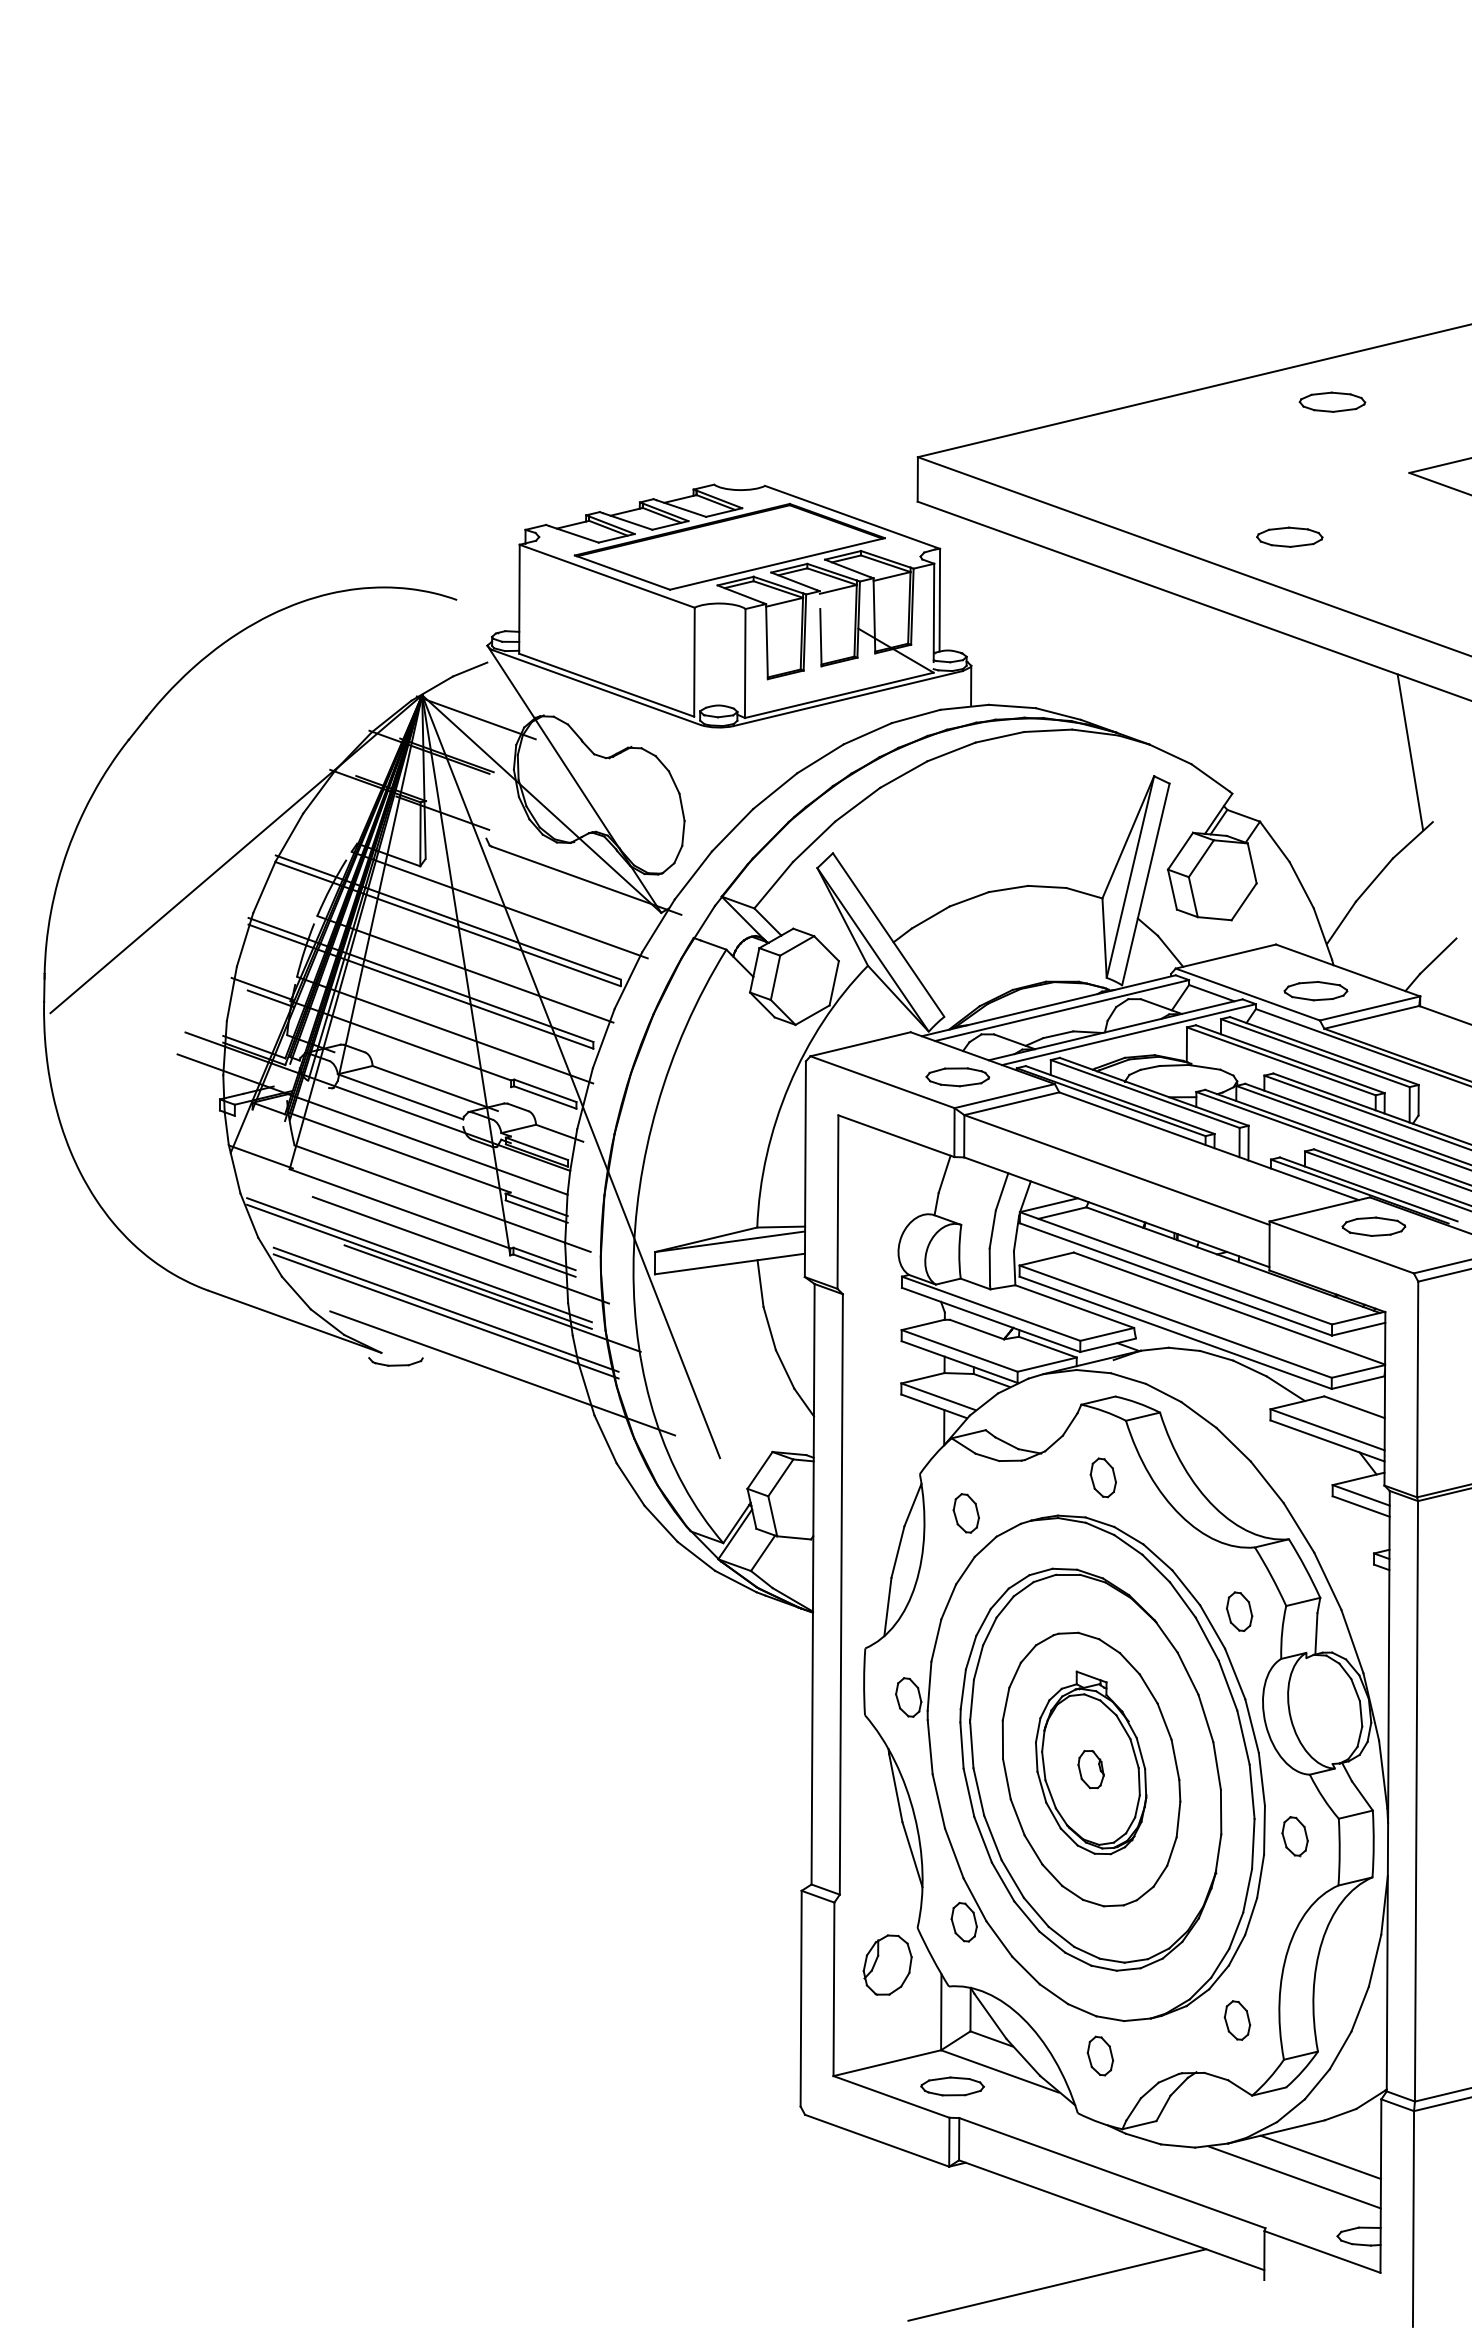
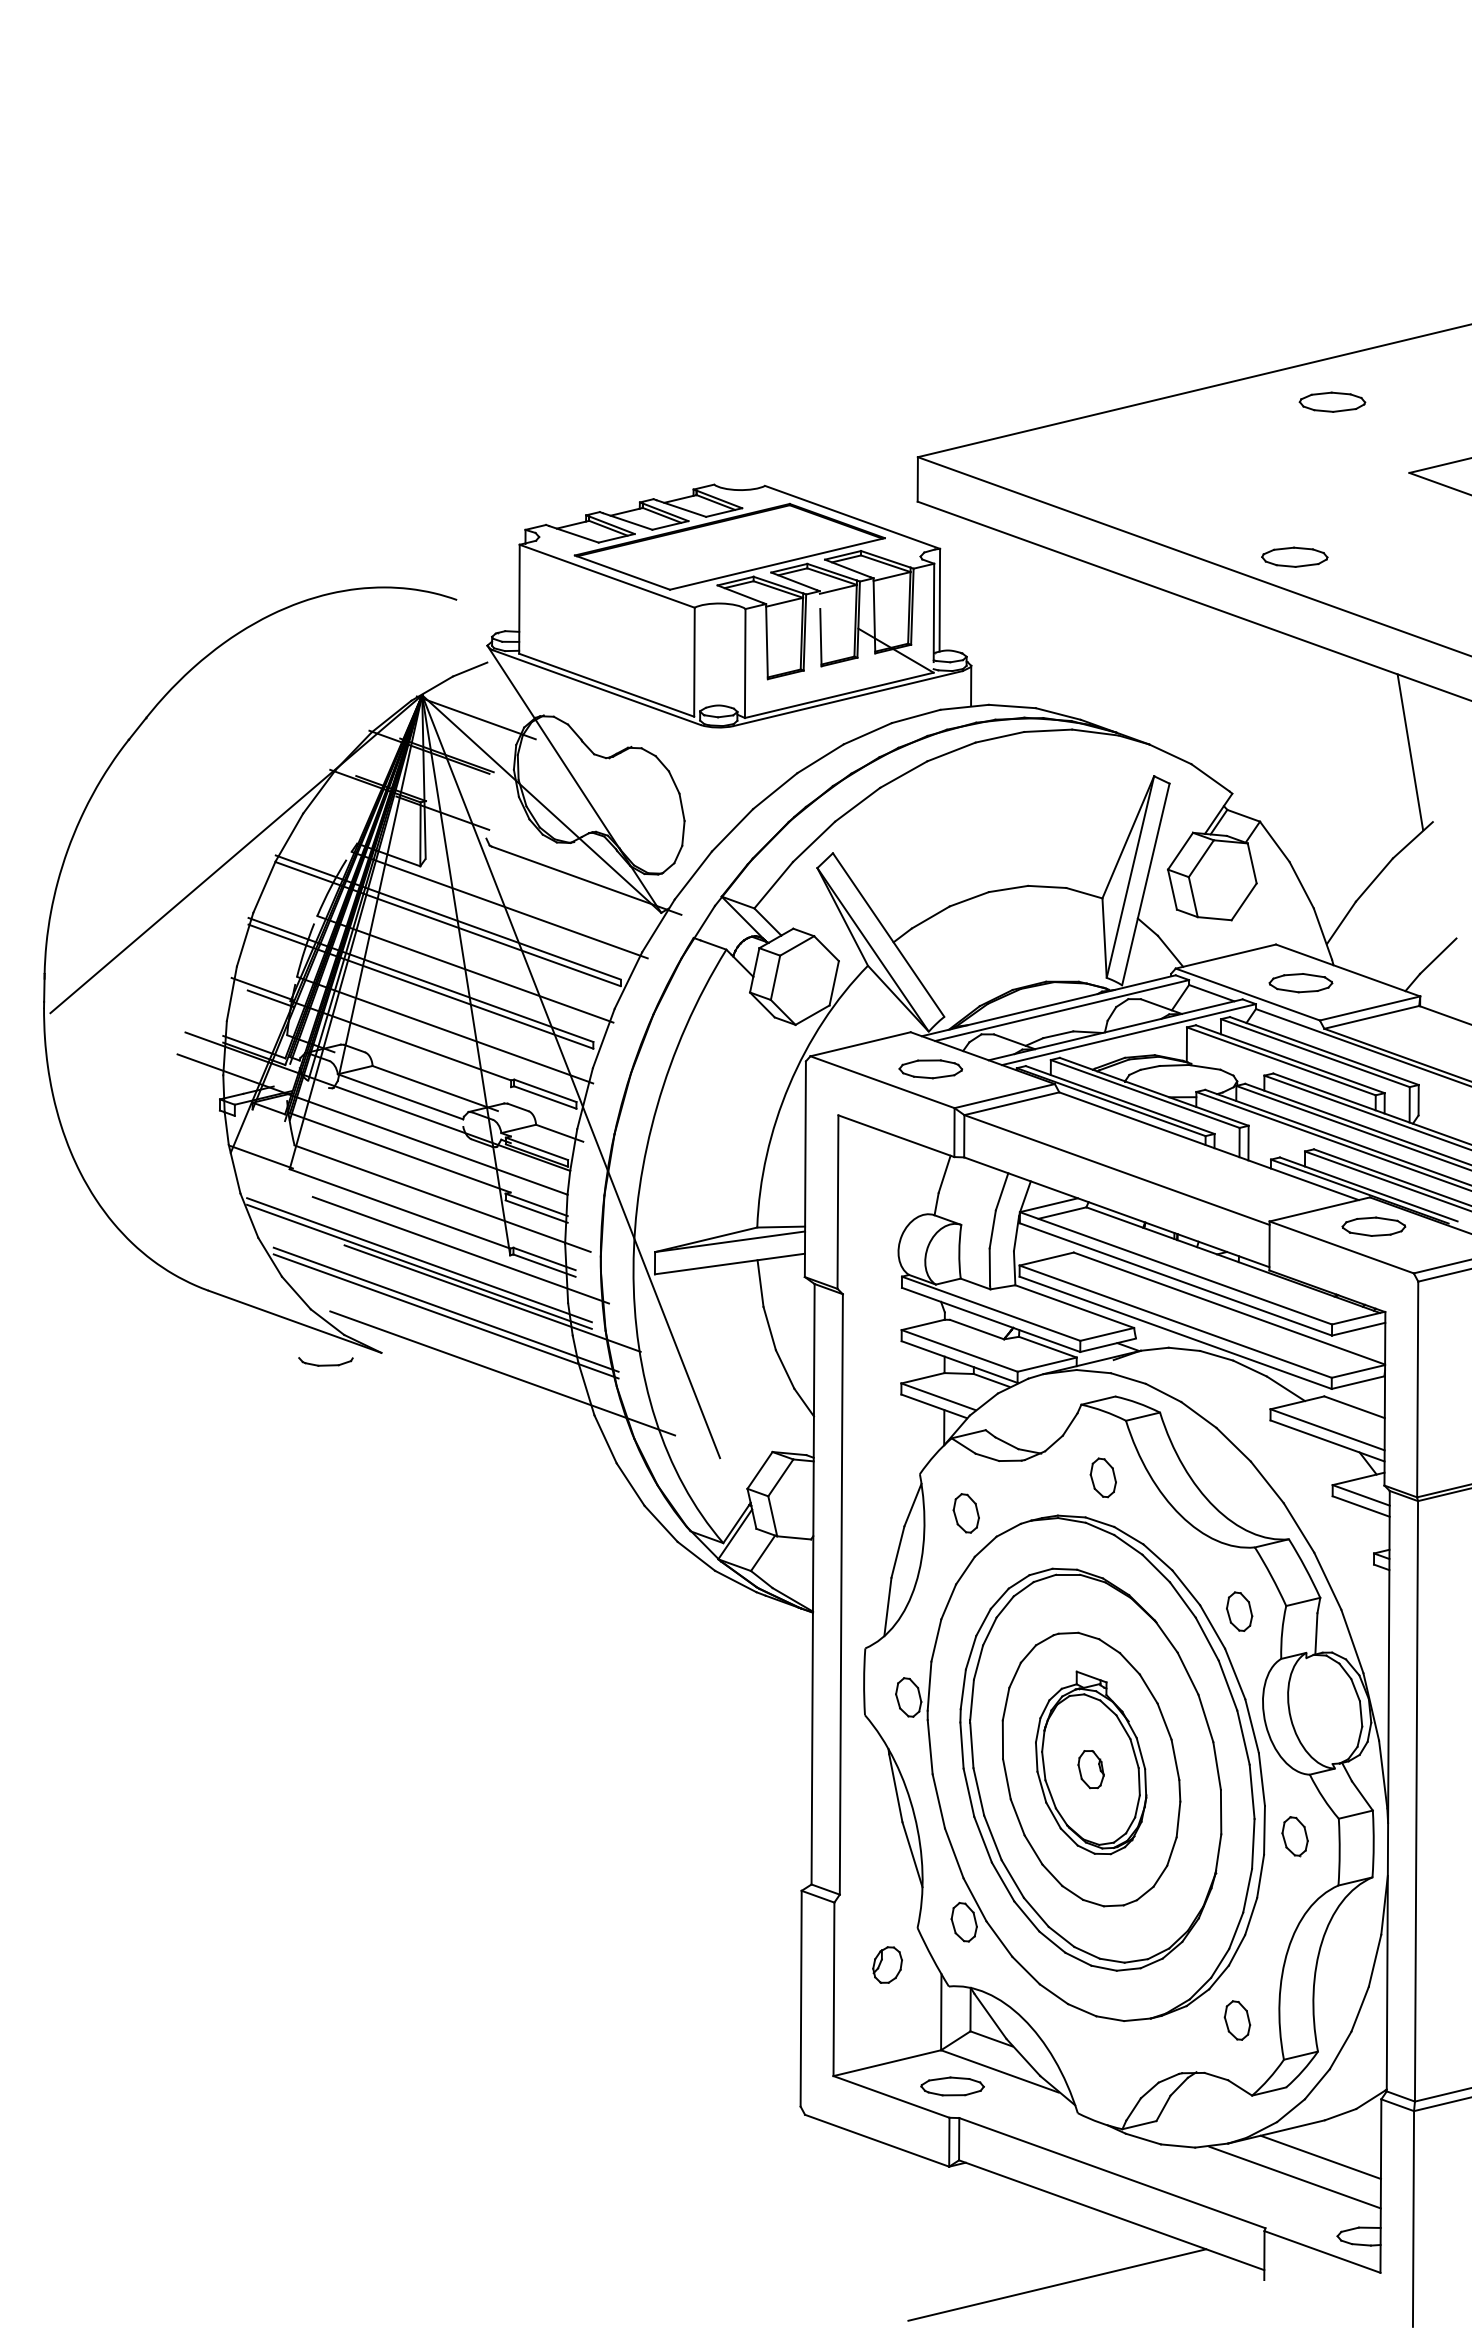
part at (1289, 536) position: (1289, 536) -> (1294, 556)
part at (1315, 991) position: (1315, 991) -> (1300, 983)
part at (957, 1077) position: (957, 1077) -> (930, 1069)
part at (395, 1361) position: (395, 1361) -> (325, 1361)
part at (887, 1964) size: 51x62 px -> 31x38 px
part at (1100, 2055): present -> none
